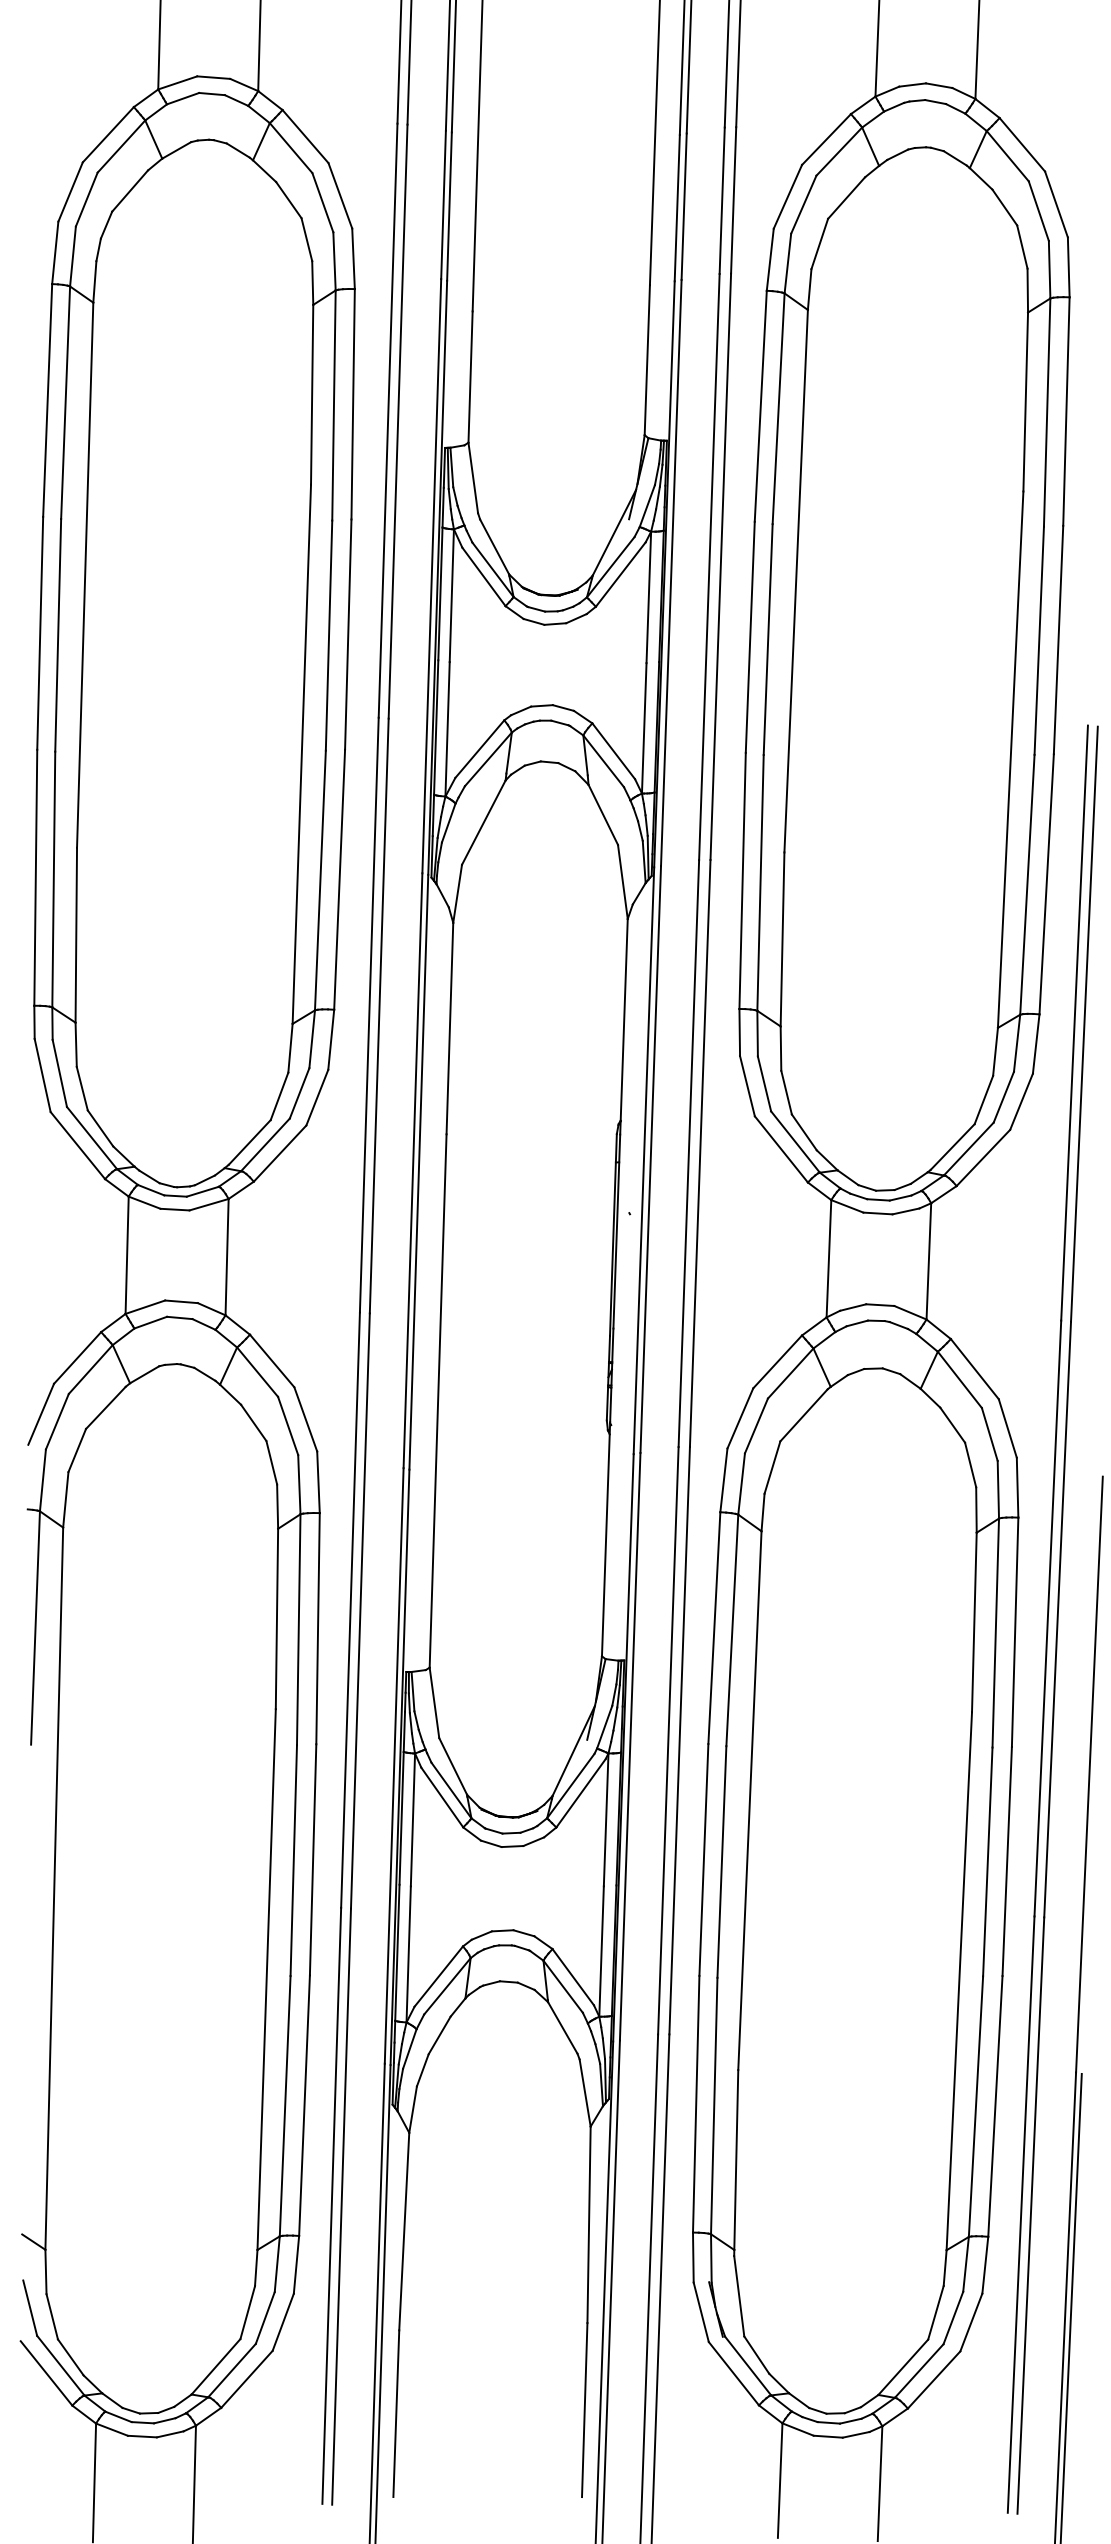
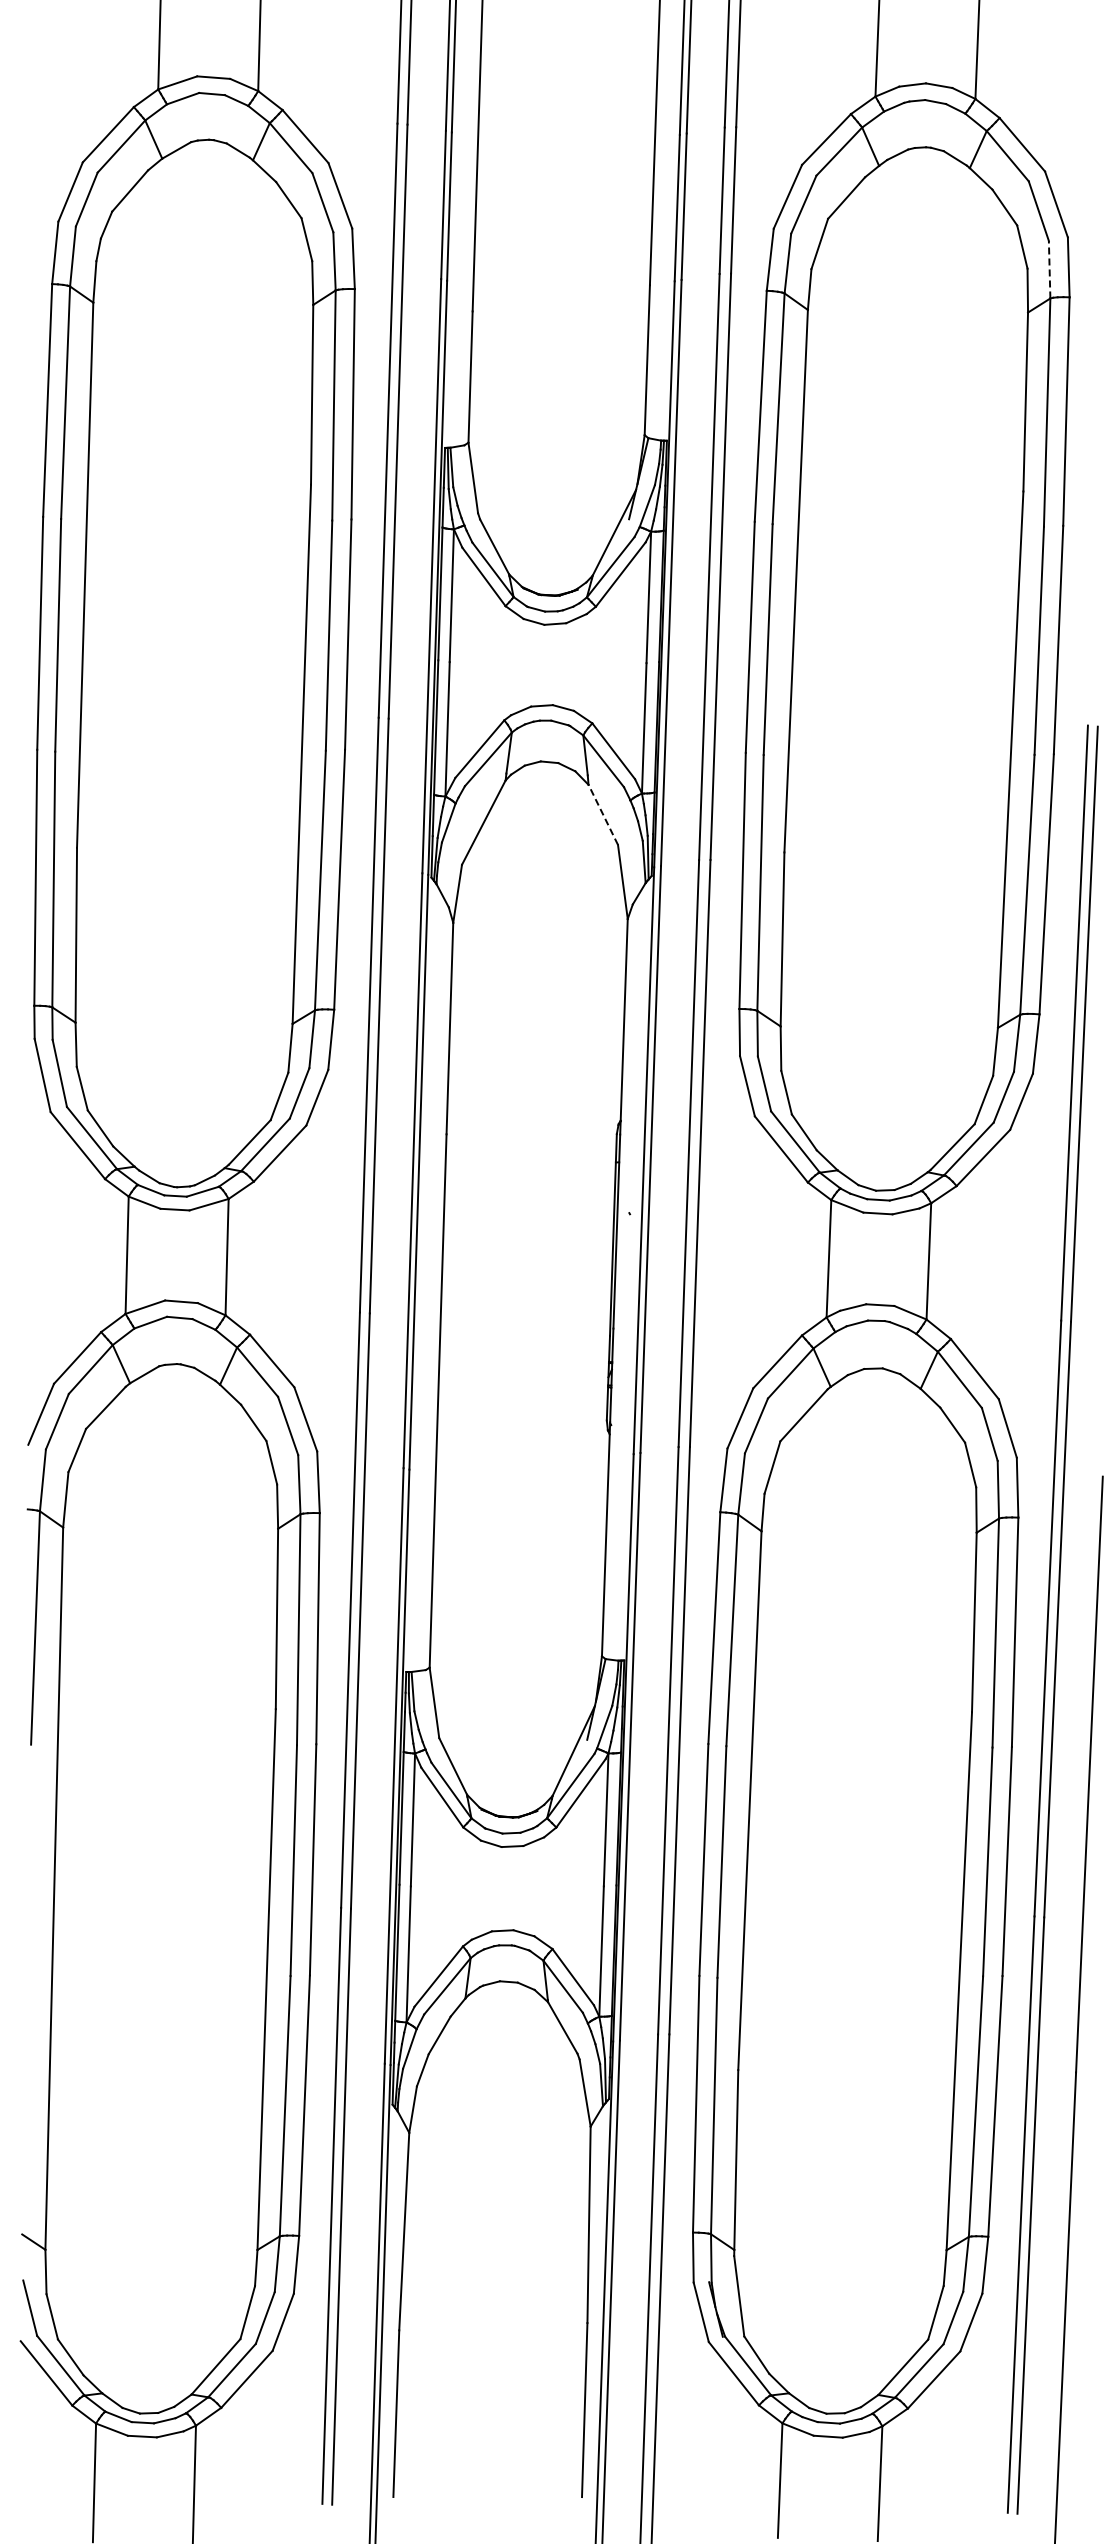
line at (1049, 269): solid -> dashed
line at (603, 814): solid -> dashed
line at (1070, 2306): present -> none
